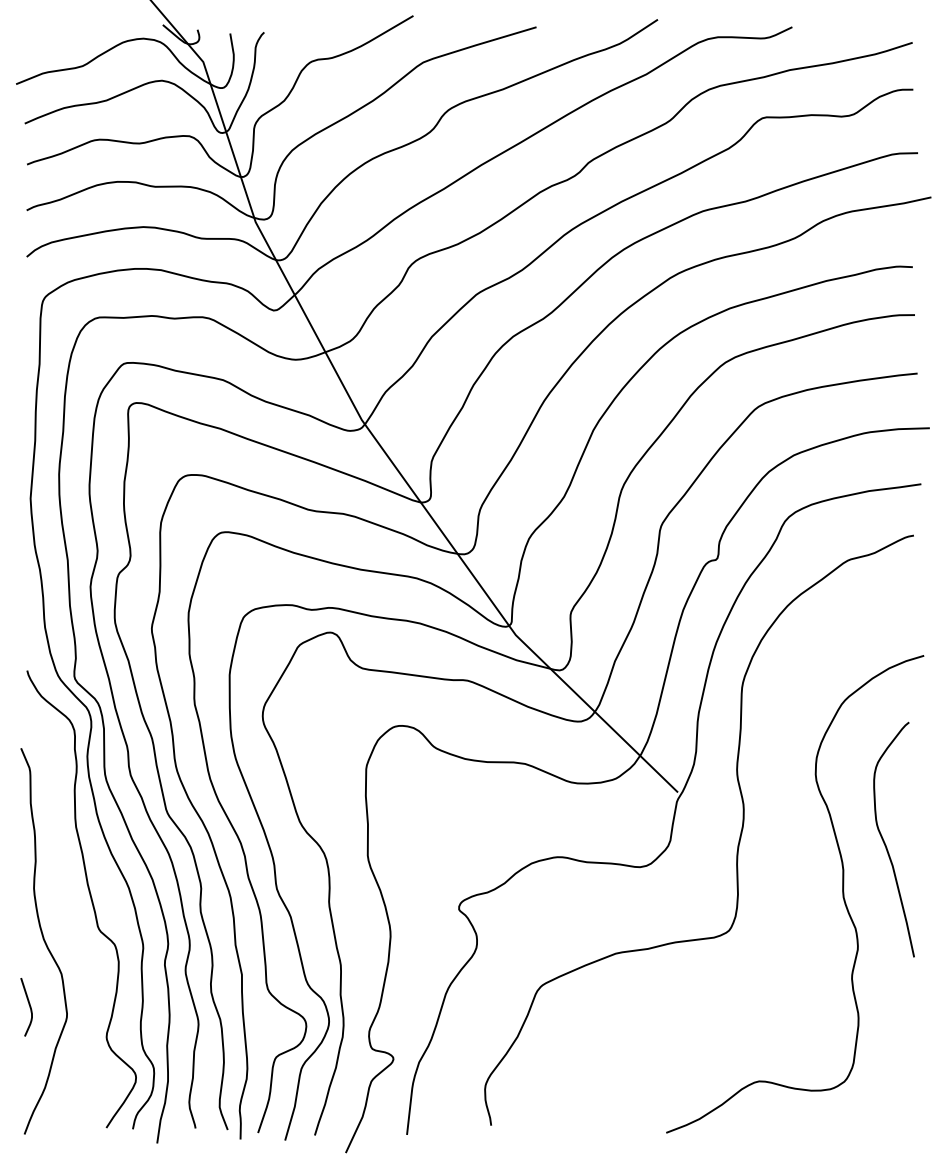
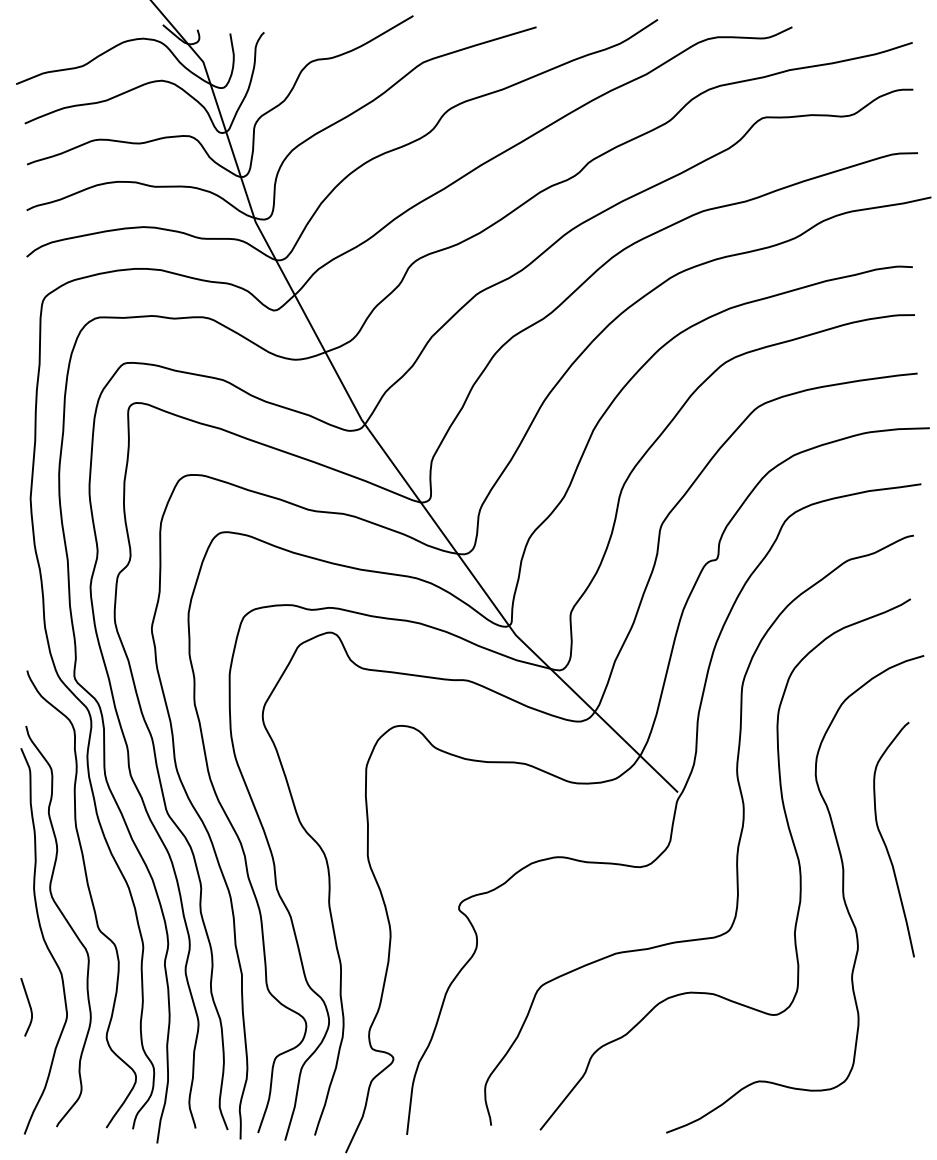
curve at (793, 847): none -> present
curve at (66, 922): none -> present
